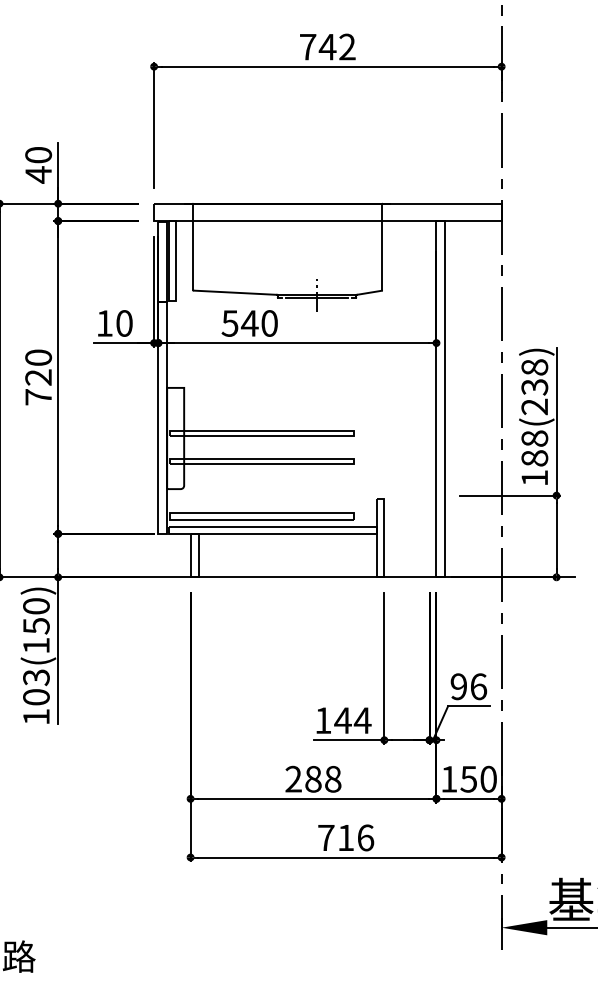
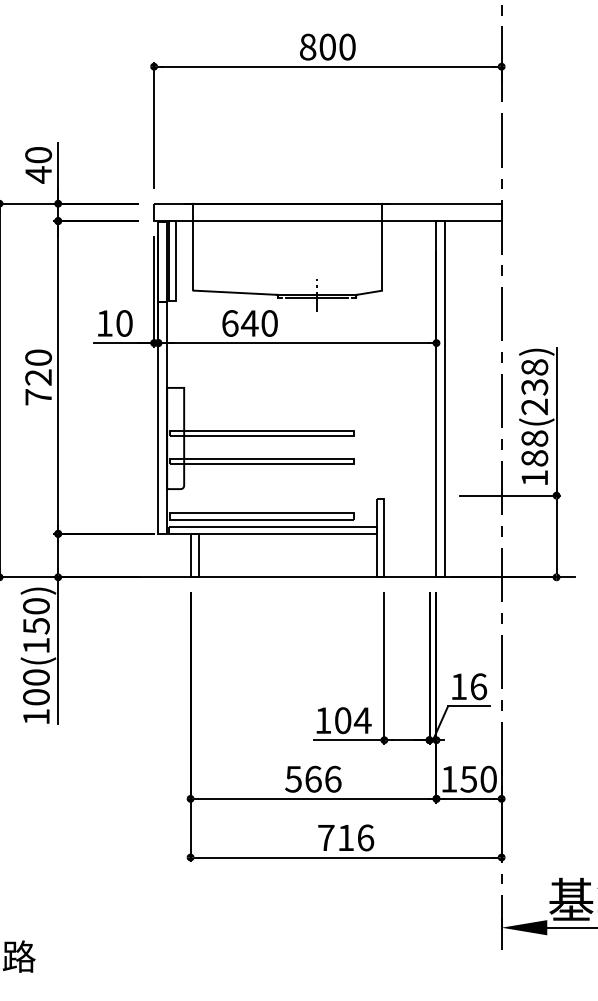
text at (327, 46): 742 -> 800
text at (229, 323): 540 -> 640
text at (36, 677): 103(150) -> 100(150)
text at (458, 686): 96 -> 16
text at (342, 720): 144 -> 104
text at (313, 778): 288 -> 566
